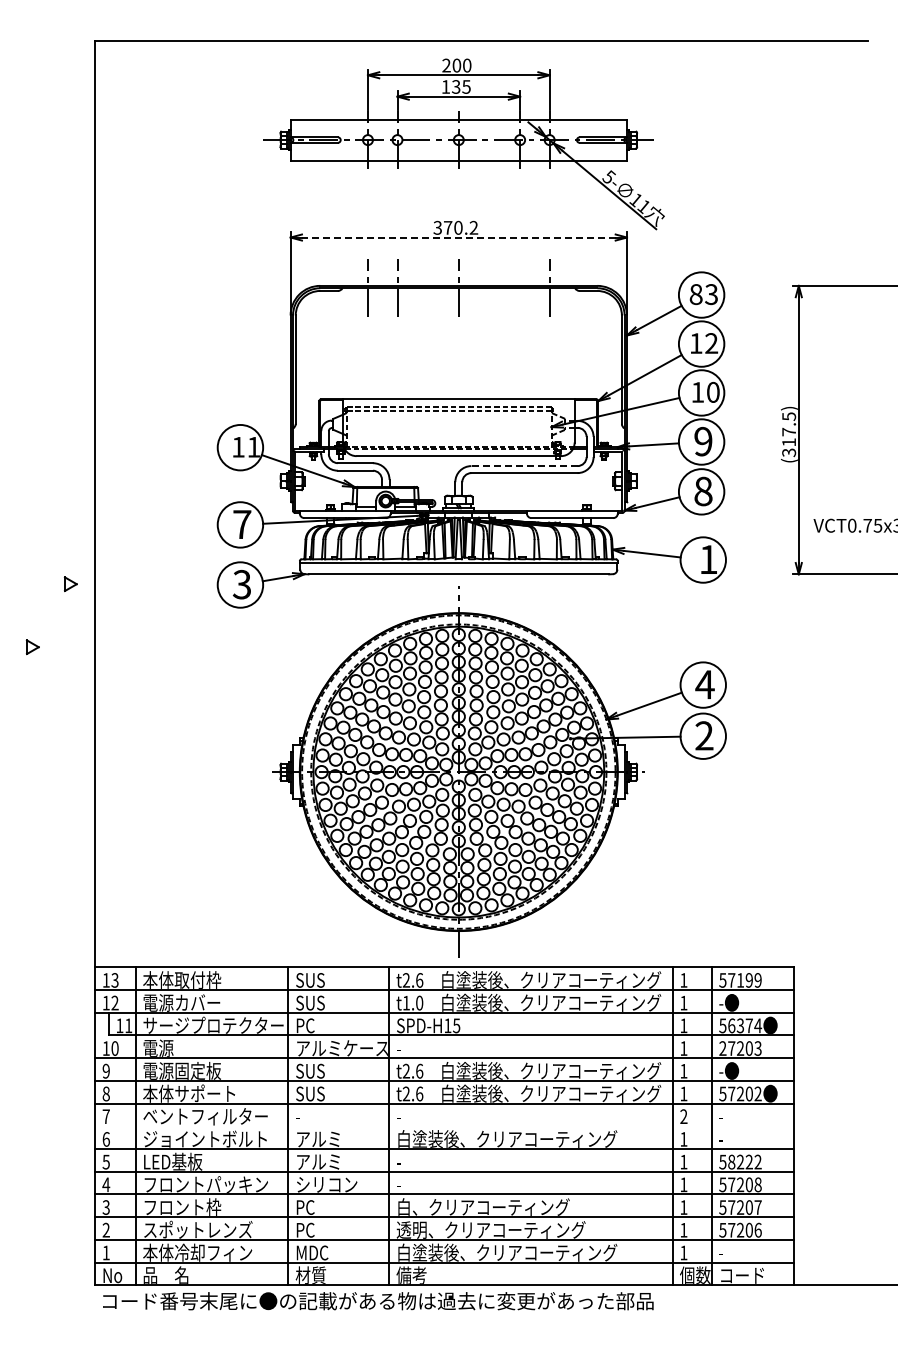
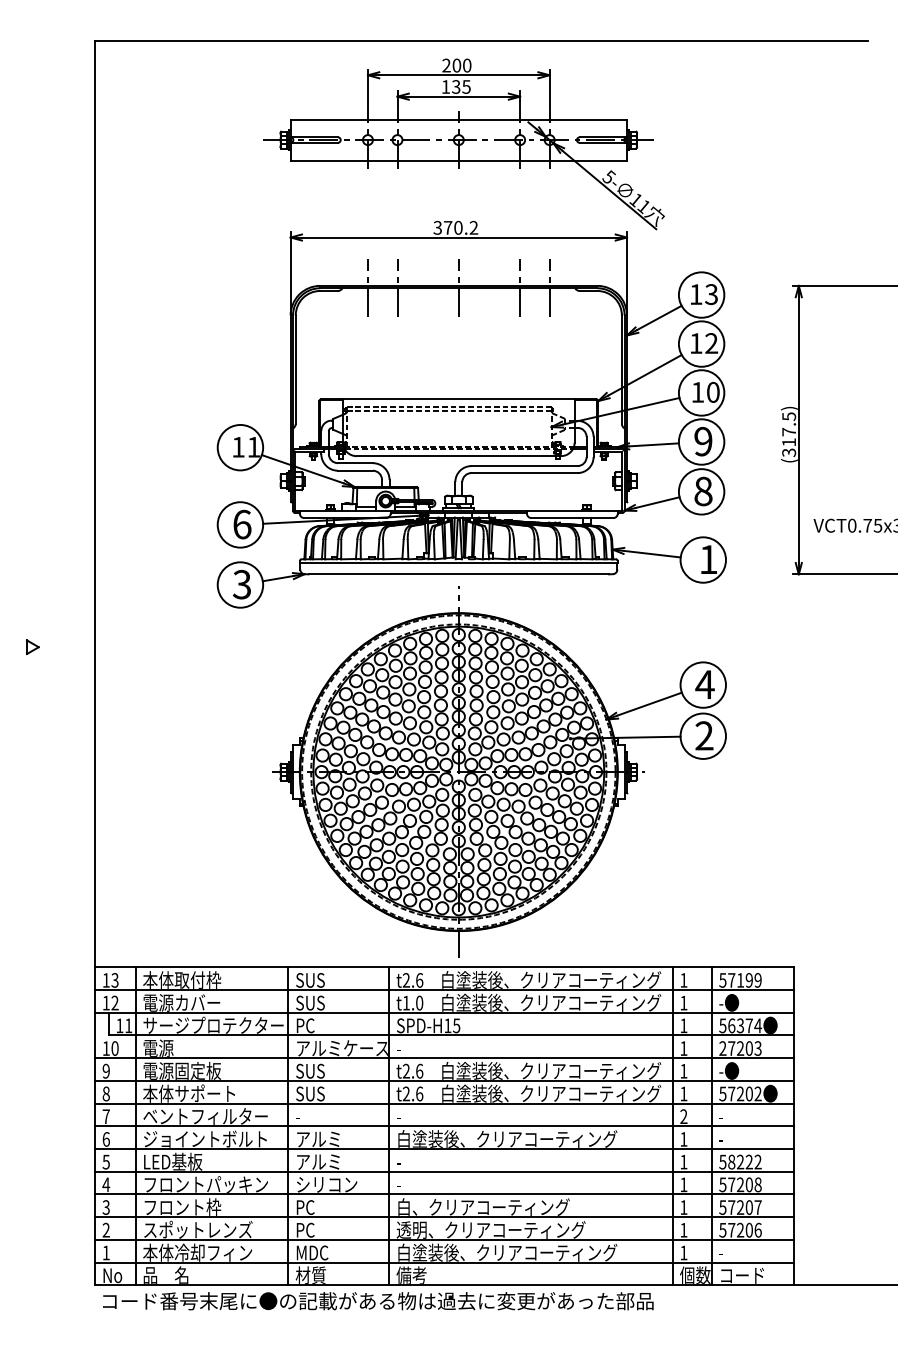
line at (458, 237): dashed -> solid
line at (520, 288): none -> present
text at (695, 294): 83 -> 13
line at (523, 466): dashed -> solid
text at (242, 524): 7 -> 6
part at (70, 584): present -> none
line at (444, 1126): none -> present
